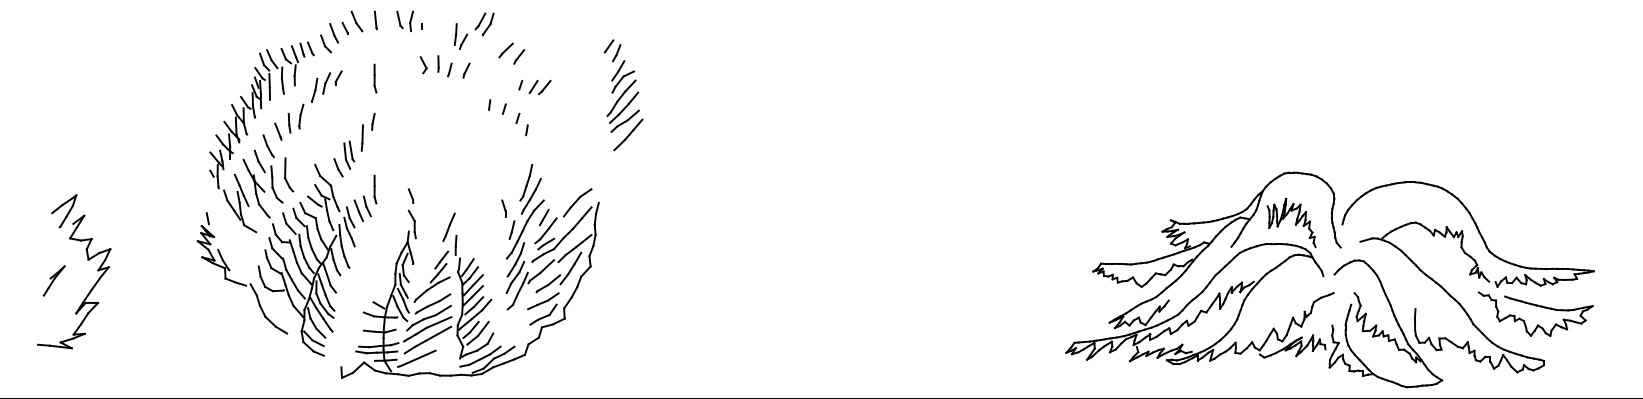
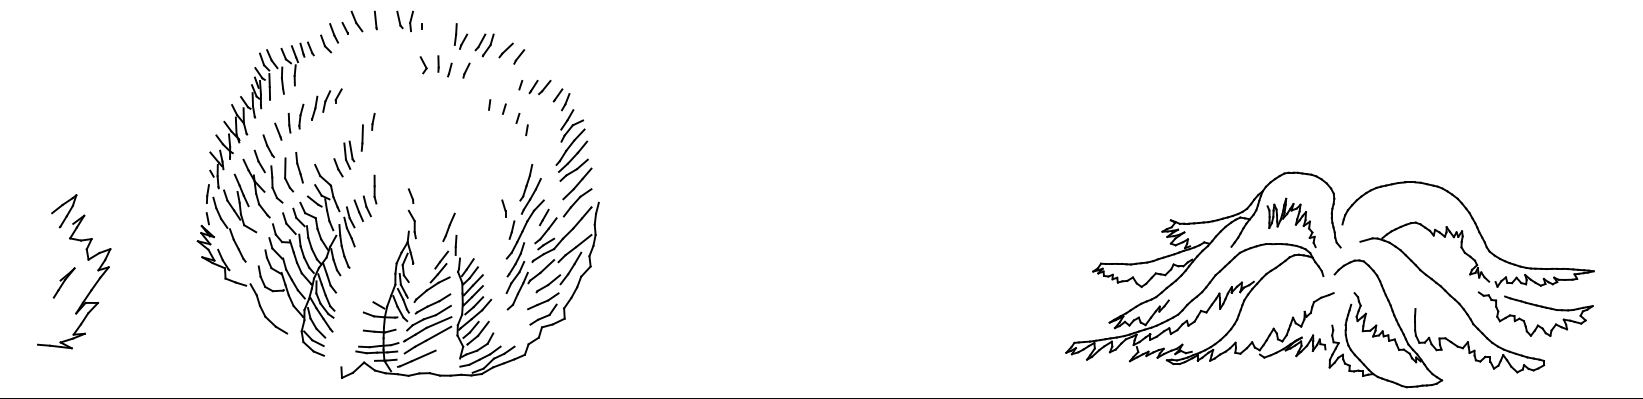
part at (484, 24) position: (484, 24) -> (484, 45)
line at (375, 78): present -> none
part at (326, 86) position: (326, 86) -> (326, 104)
part at (623, 95) position: (623, 95) -> (572, 144)
part at (299, 167): none -> present
part at (226, 223): none -> present
part at (53, 280) position: (53, 280) -> (63, 282)
